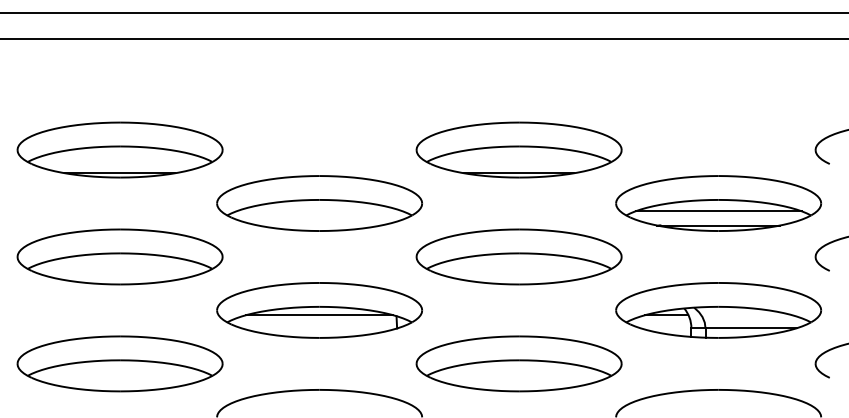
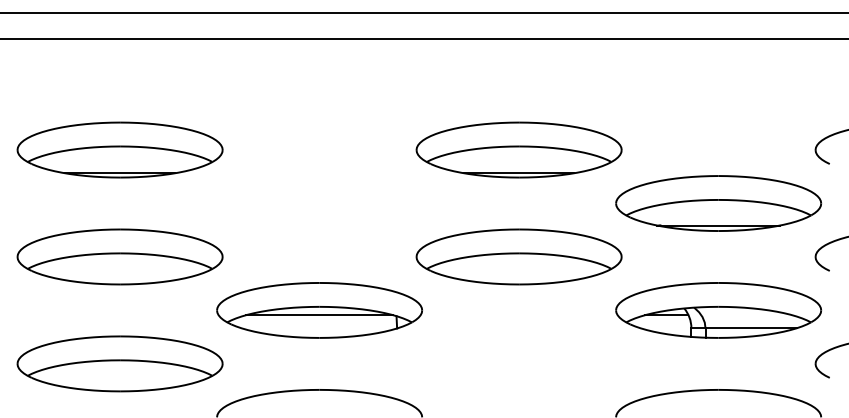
part at (319, 203): present -> none
line at (718, 211): present -> none
part at (518, 363): present -> none
